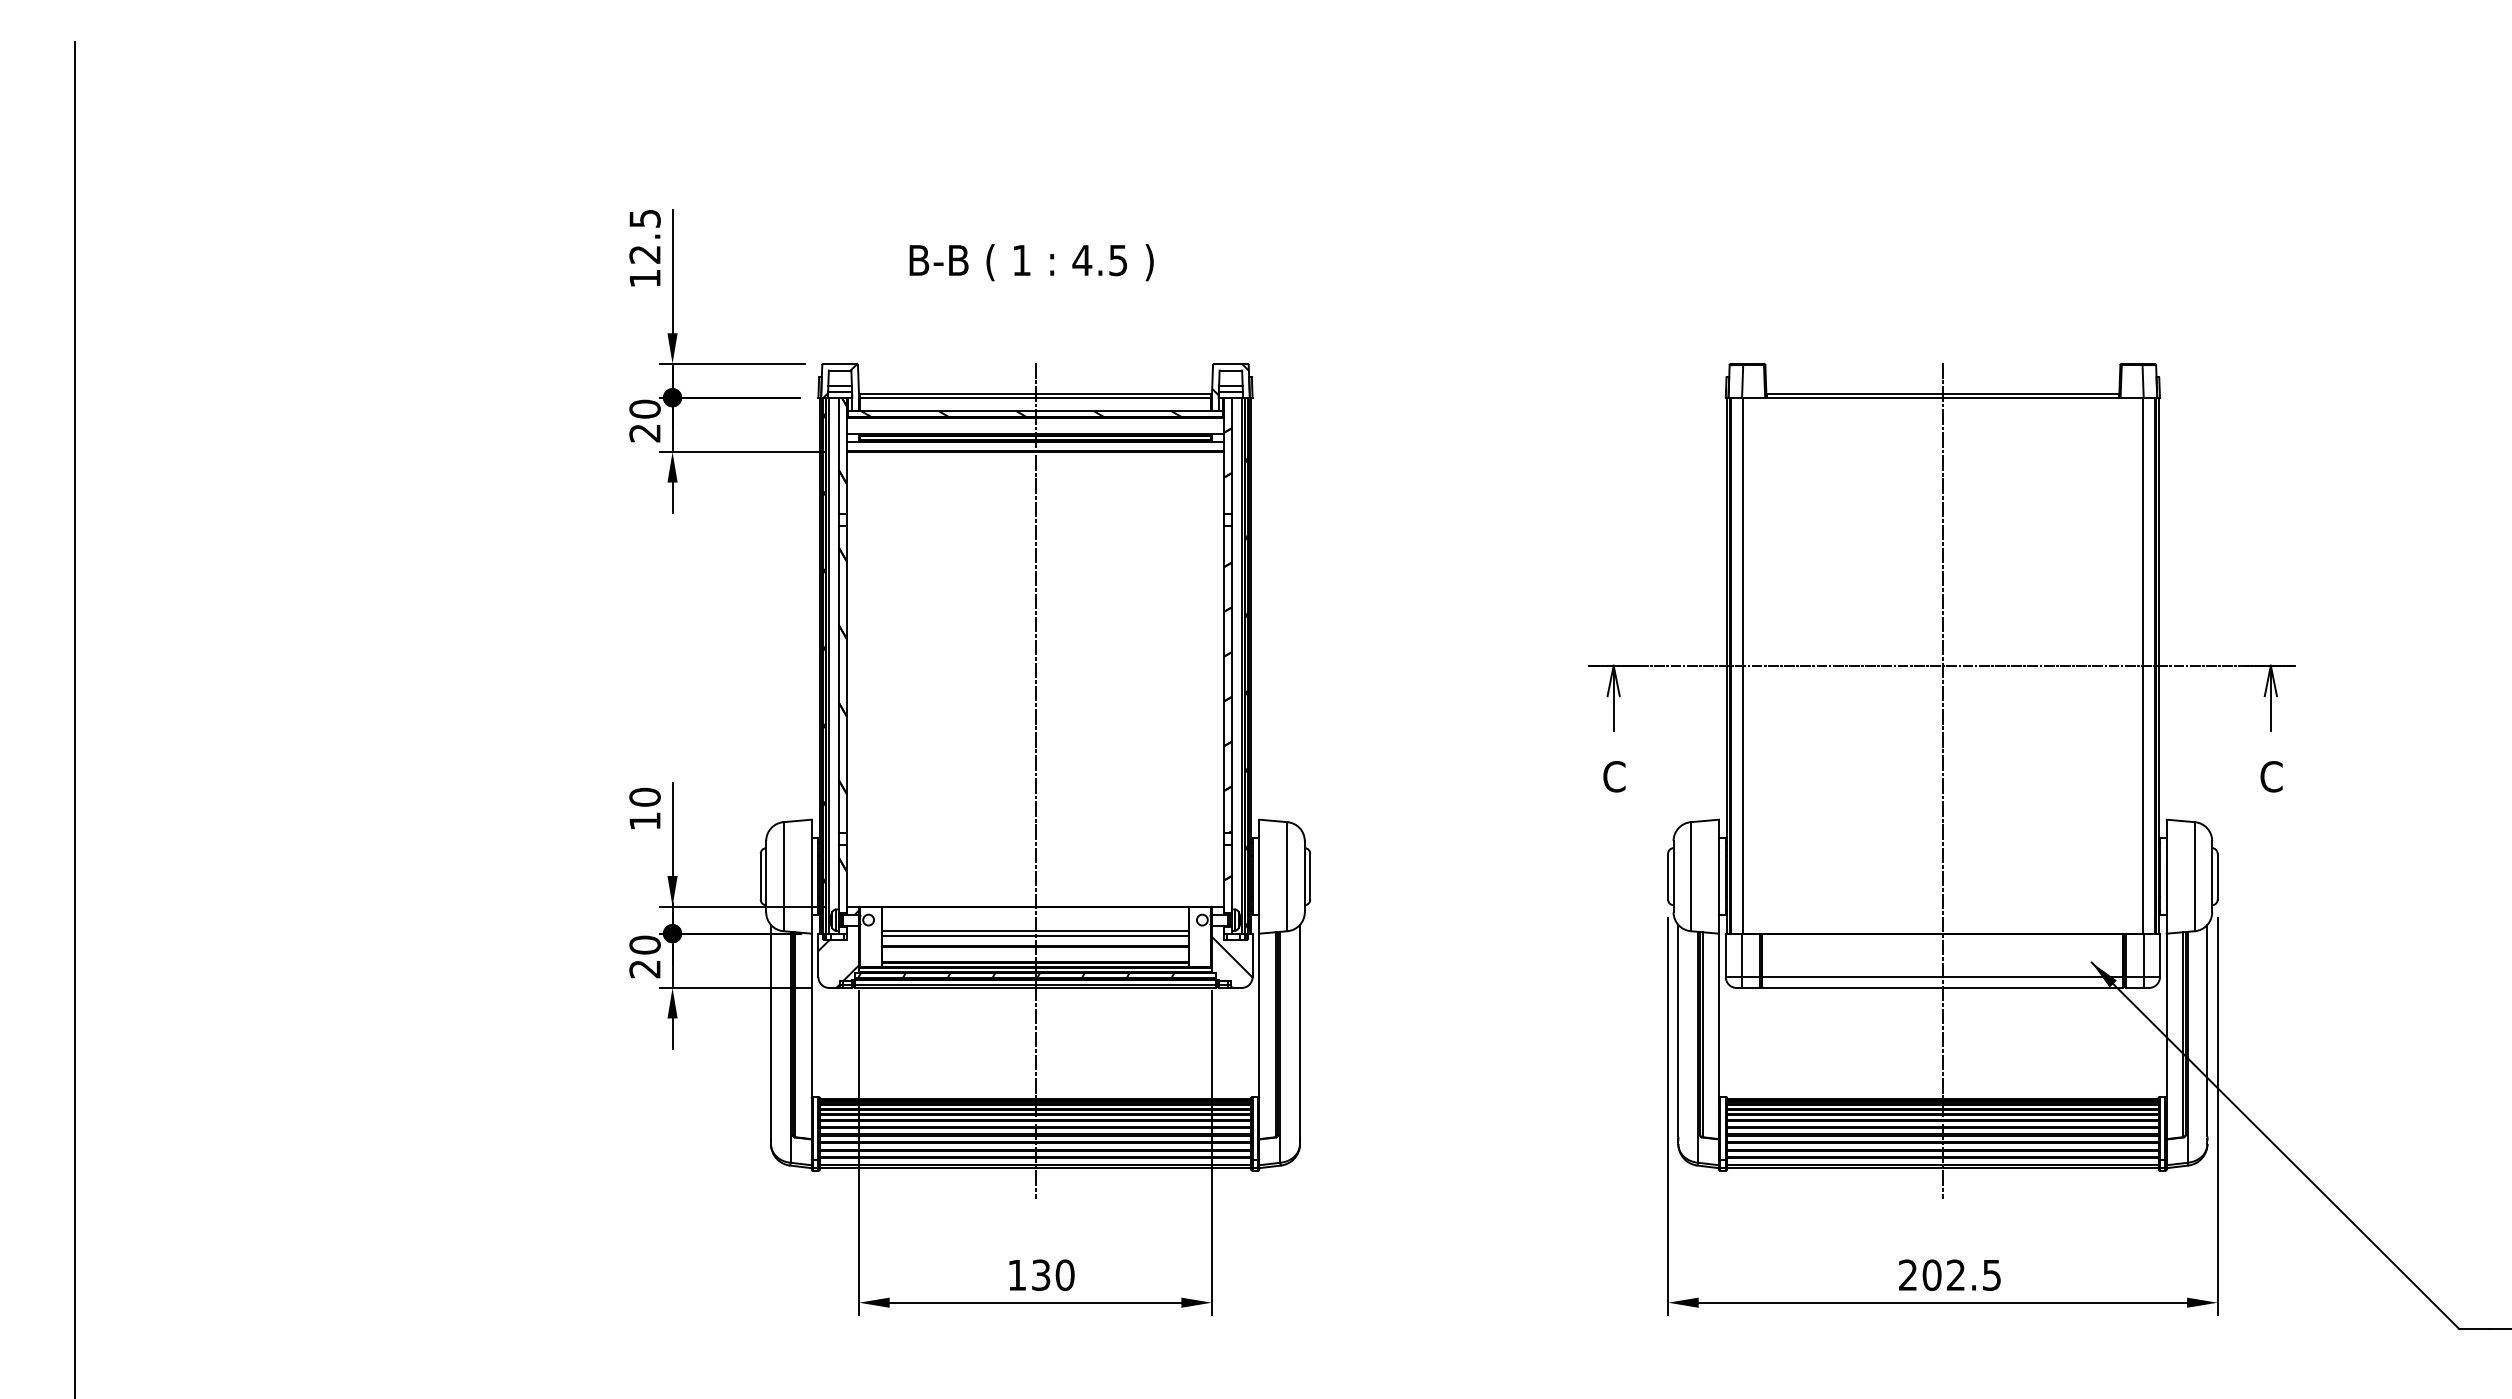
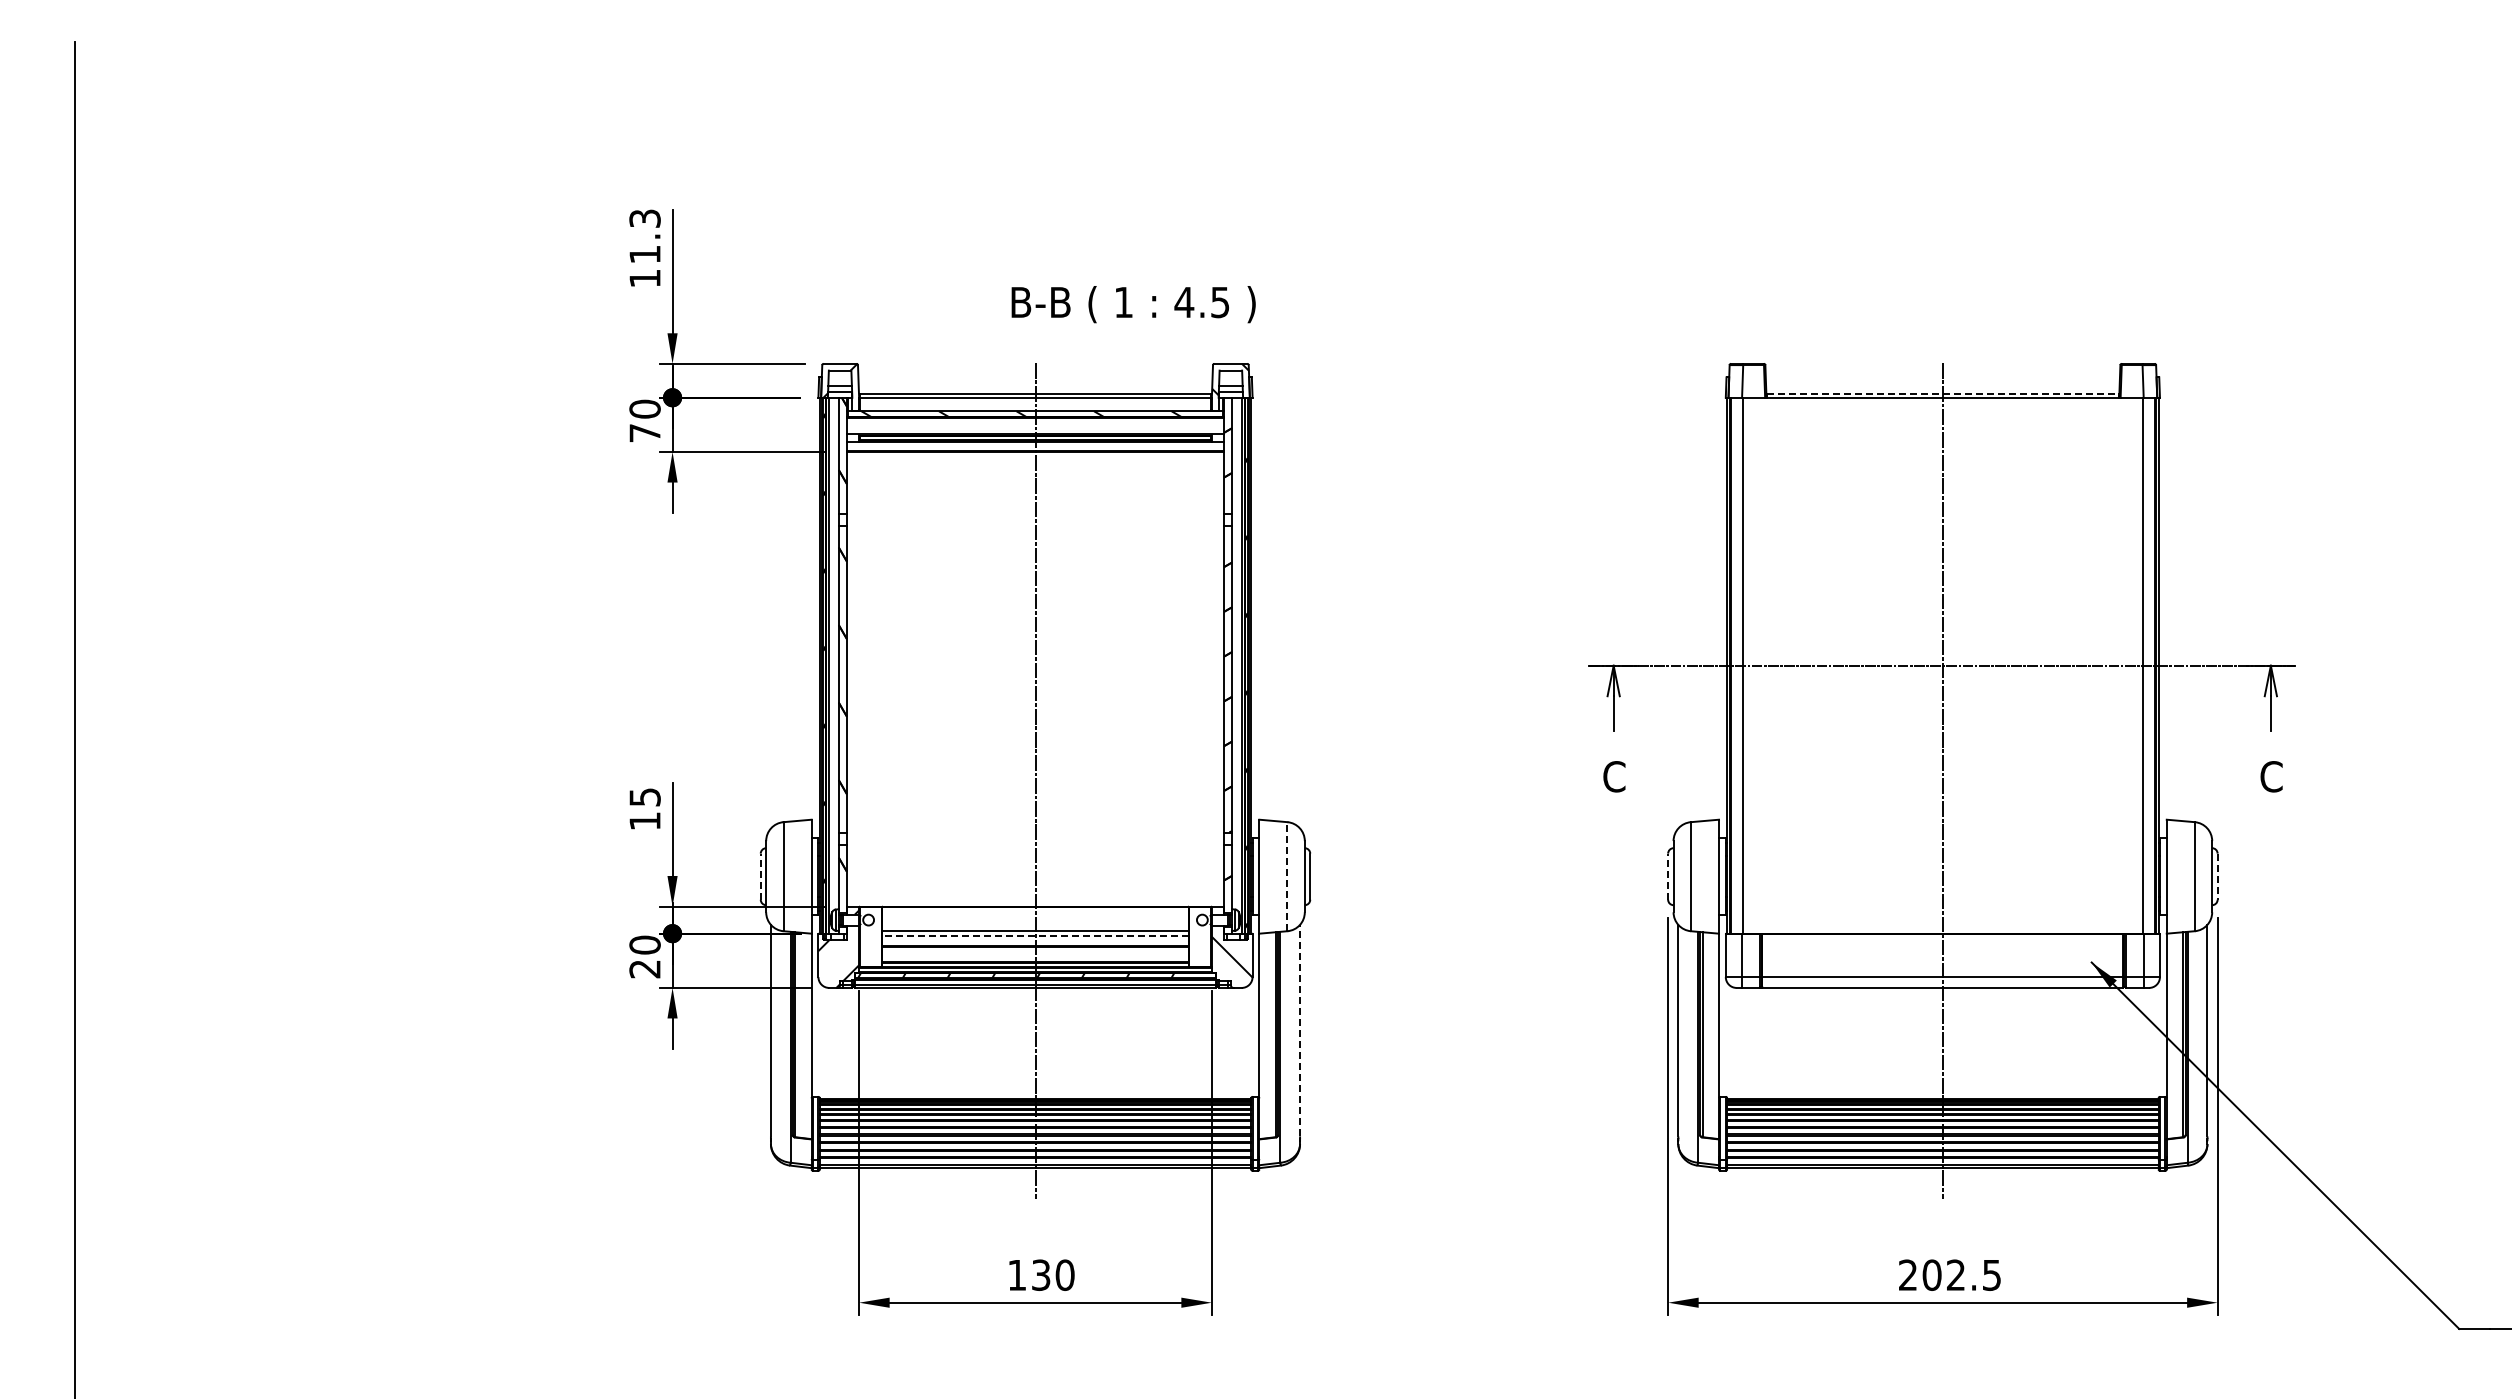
text at (644, 236): 12.5 -> 11.3
text at (1031, 262) position: (1031, 262) -> (1133, 304)
line at (1942, 393): solid -> dashed
text at (644, 433): 20 -> 70
text at (644, 796): 10 -> 15
line at (760, 876): solid -> dashed
line at (1287, 876): solid -> dashed
line at (1668, 876): solid -> dashed
line at (2217, 877): solid -> dashed
line at (1035, 936): solid -> dashed
line at (1300, 1030): solid -> dashed
